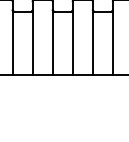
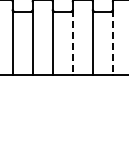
line at (72, 43): solid -> dashed
line at (112, 43): solid -> dashed
